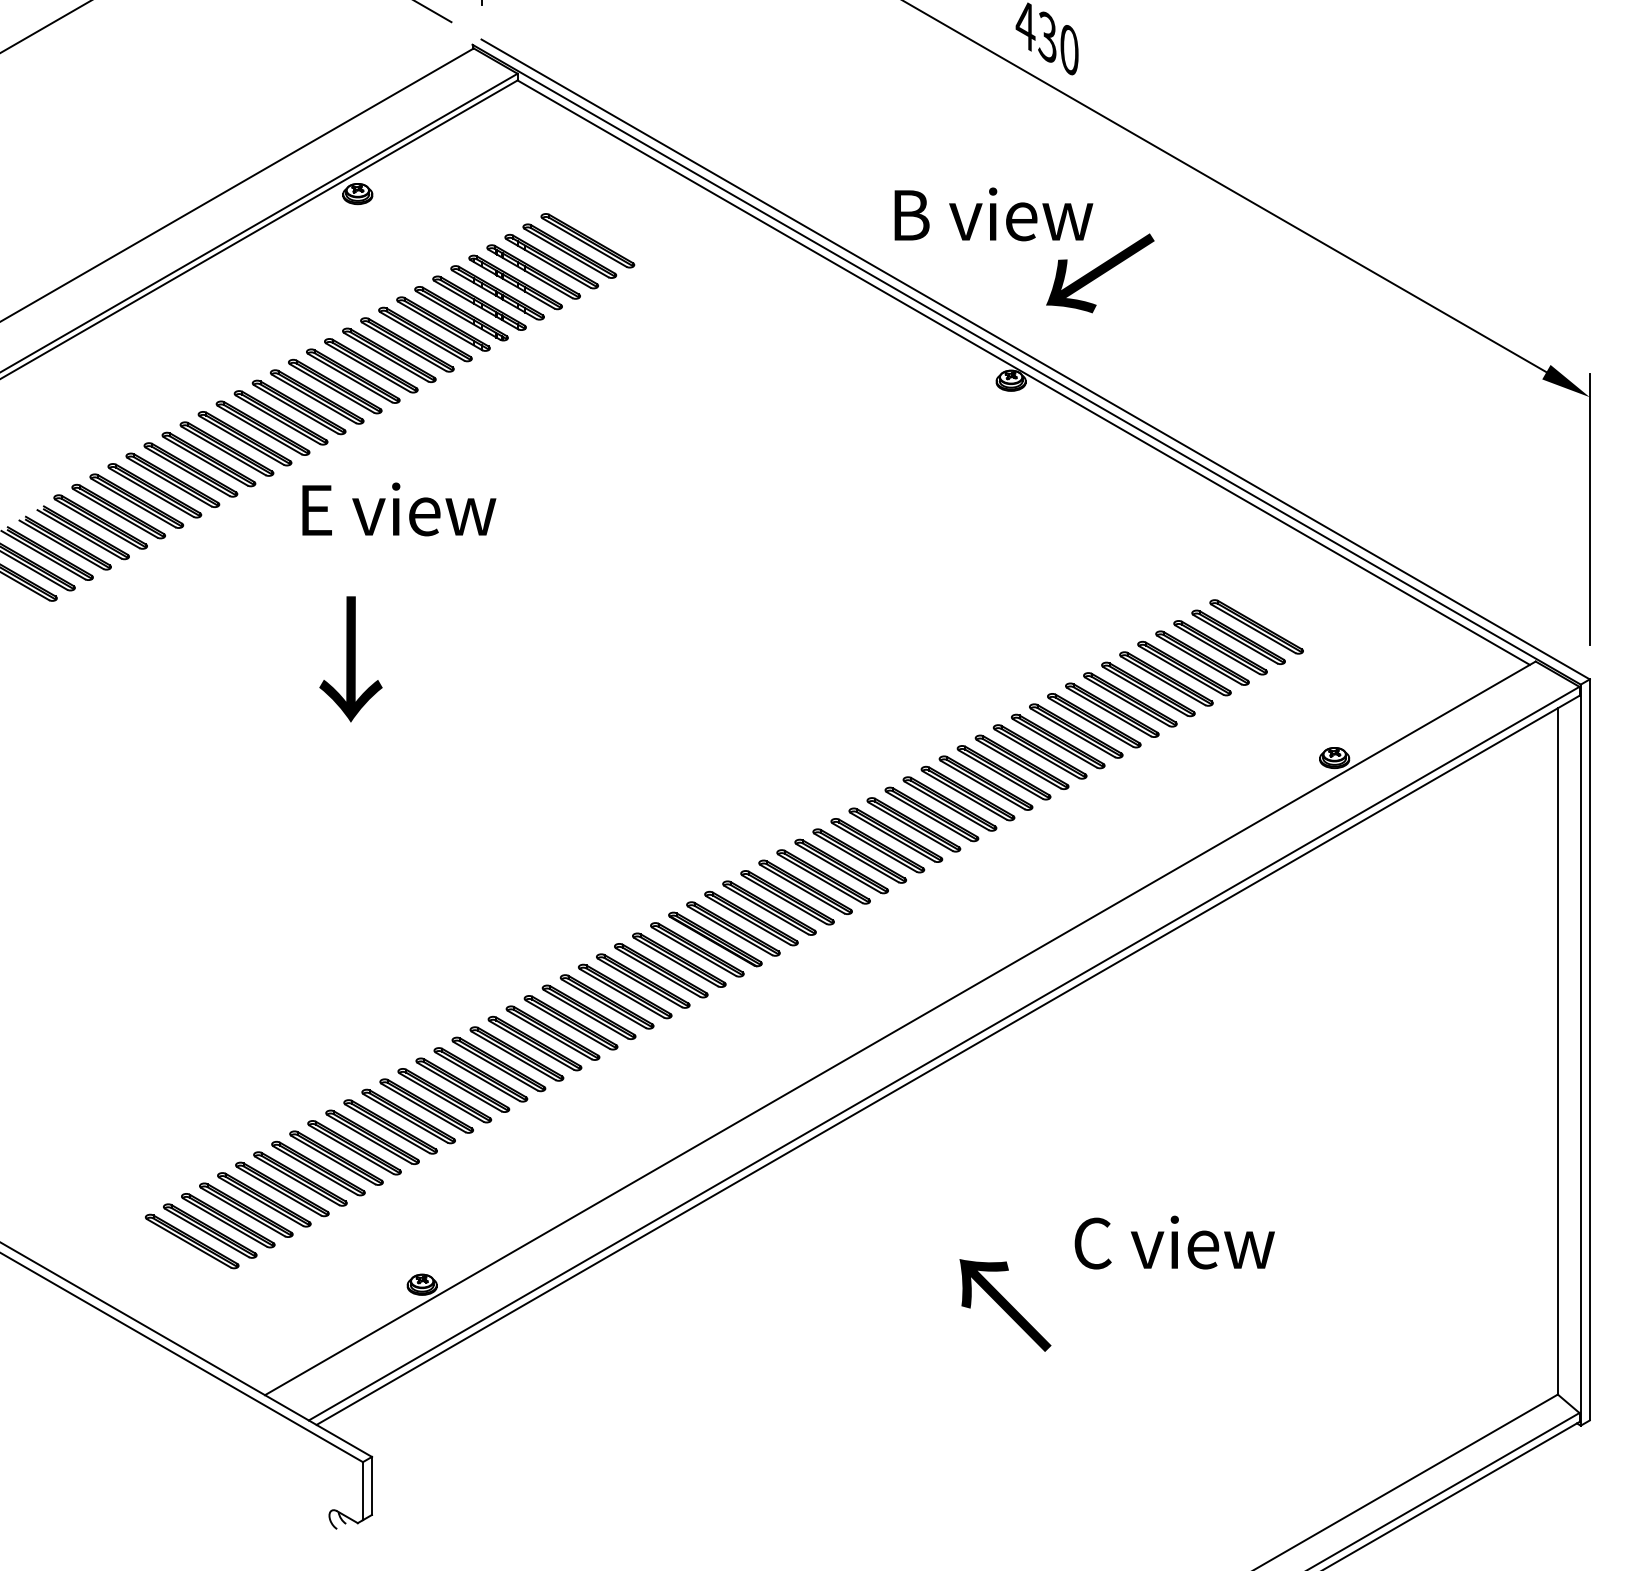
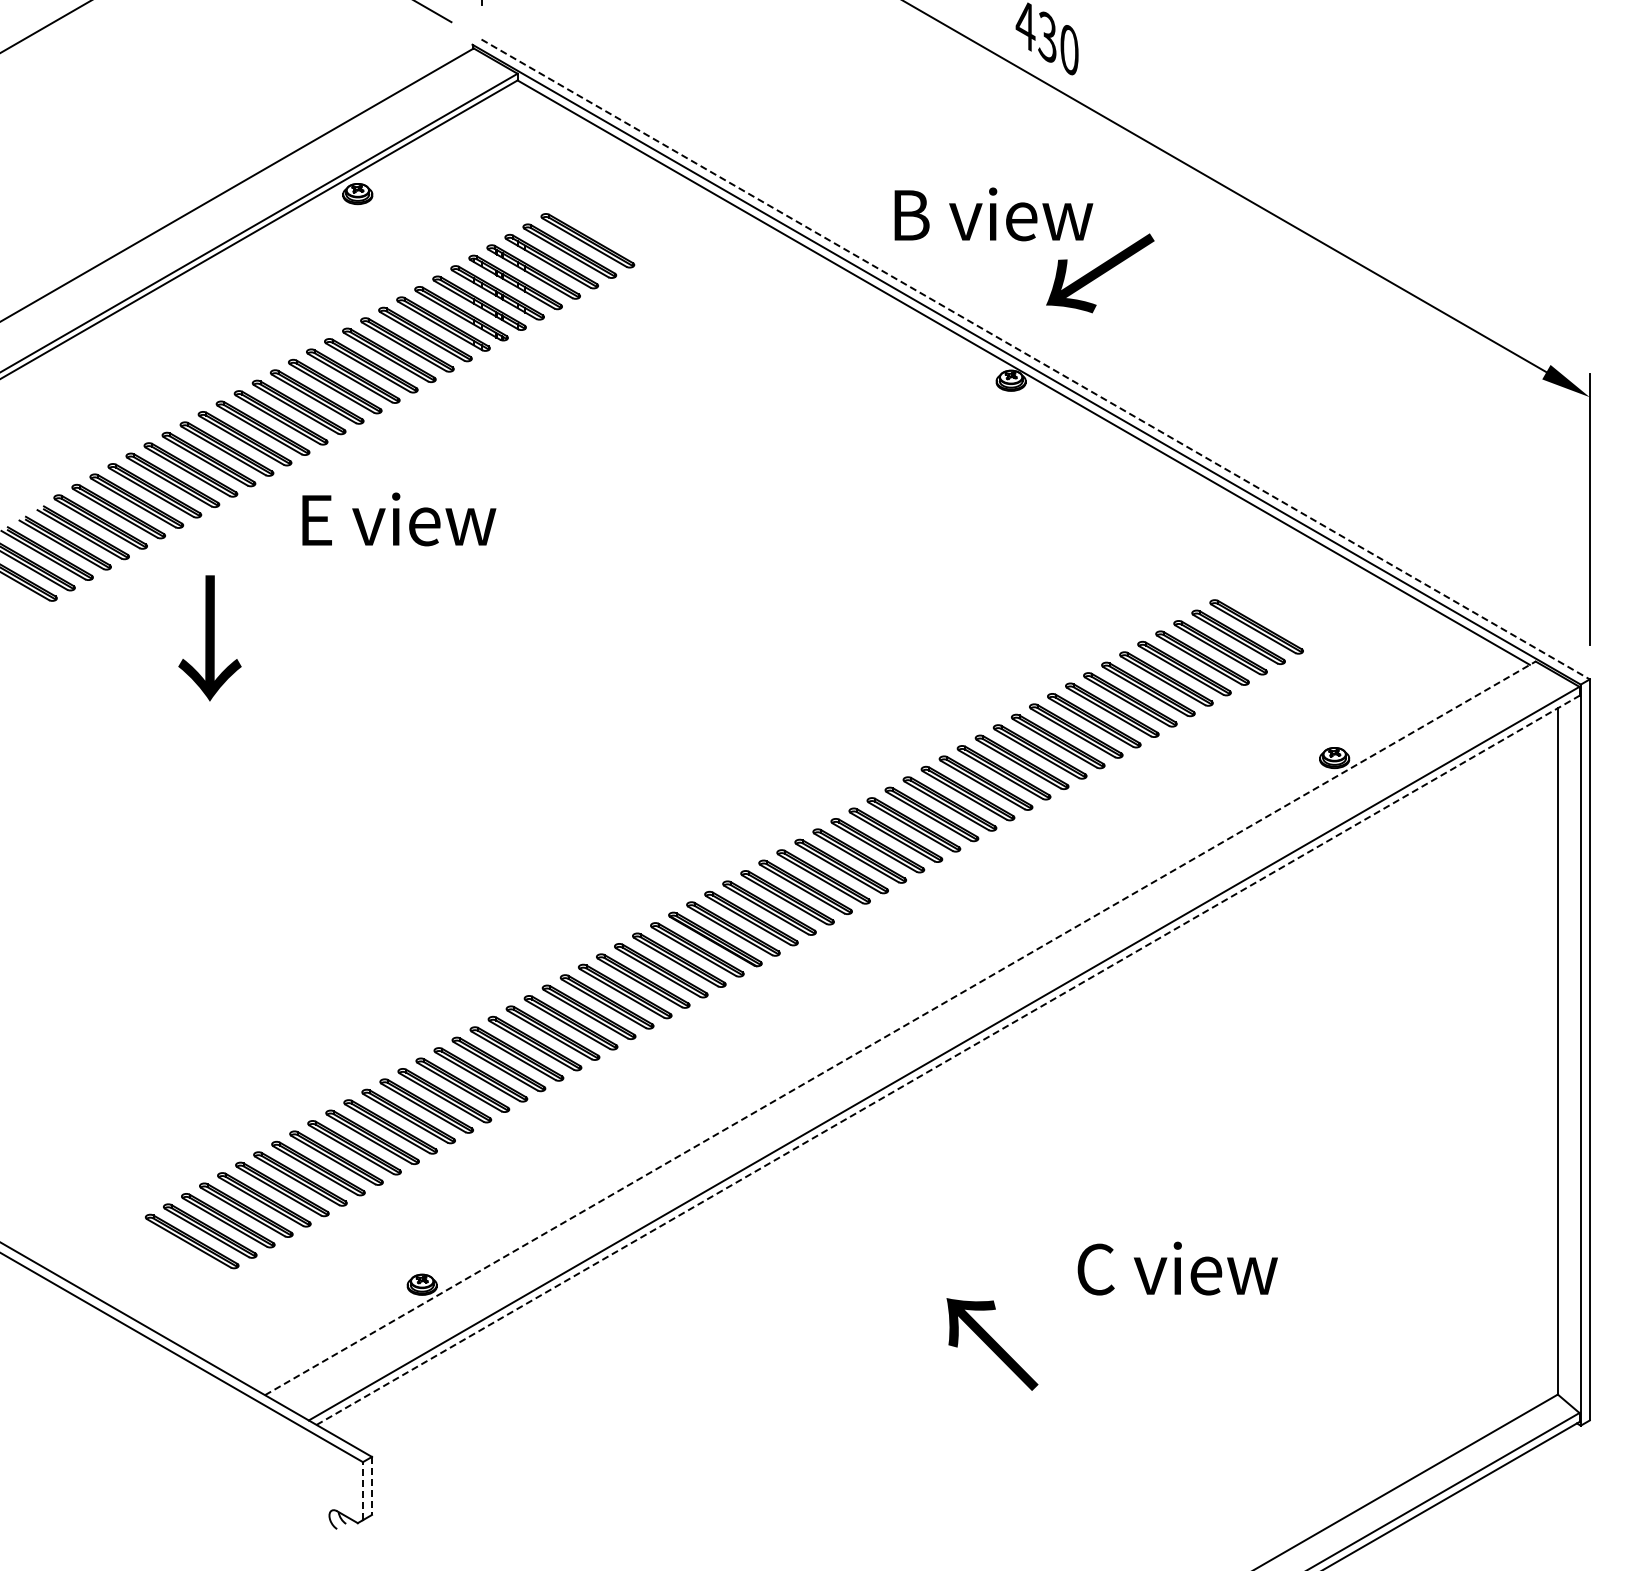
line at (1035, 359): solid -> dashed
text at (399, 509) position: (399, 509) -> (399, 519)
text at (350, 659) position: (350, 659) -> (209, 638)
line at (900, 1028): solid -> dashed
line at (948, 1060): solid -> dashed
text at (1174, 1242) position: (1174, 1242) -> (1177, 1268)
text at (1005, 1305) position: (1005, 1305) -> (992, 1344)
line at (371, 1486): solid -> dashed
line at (362, 1490): solid -> dashed
